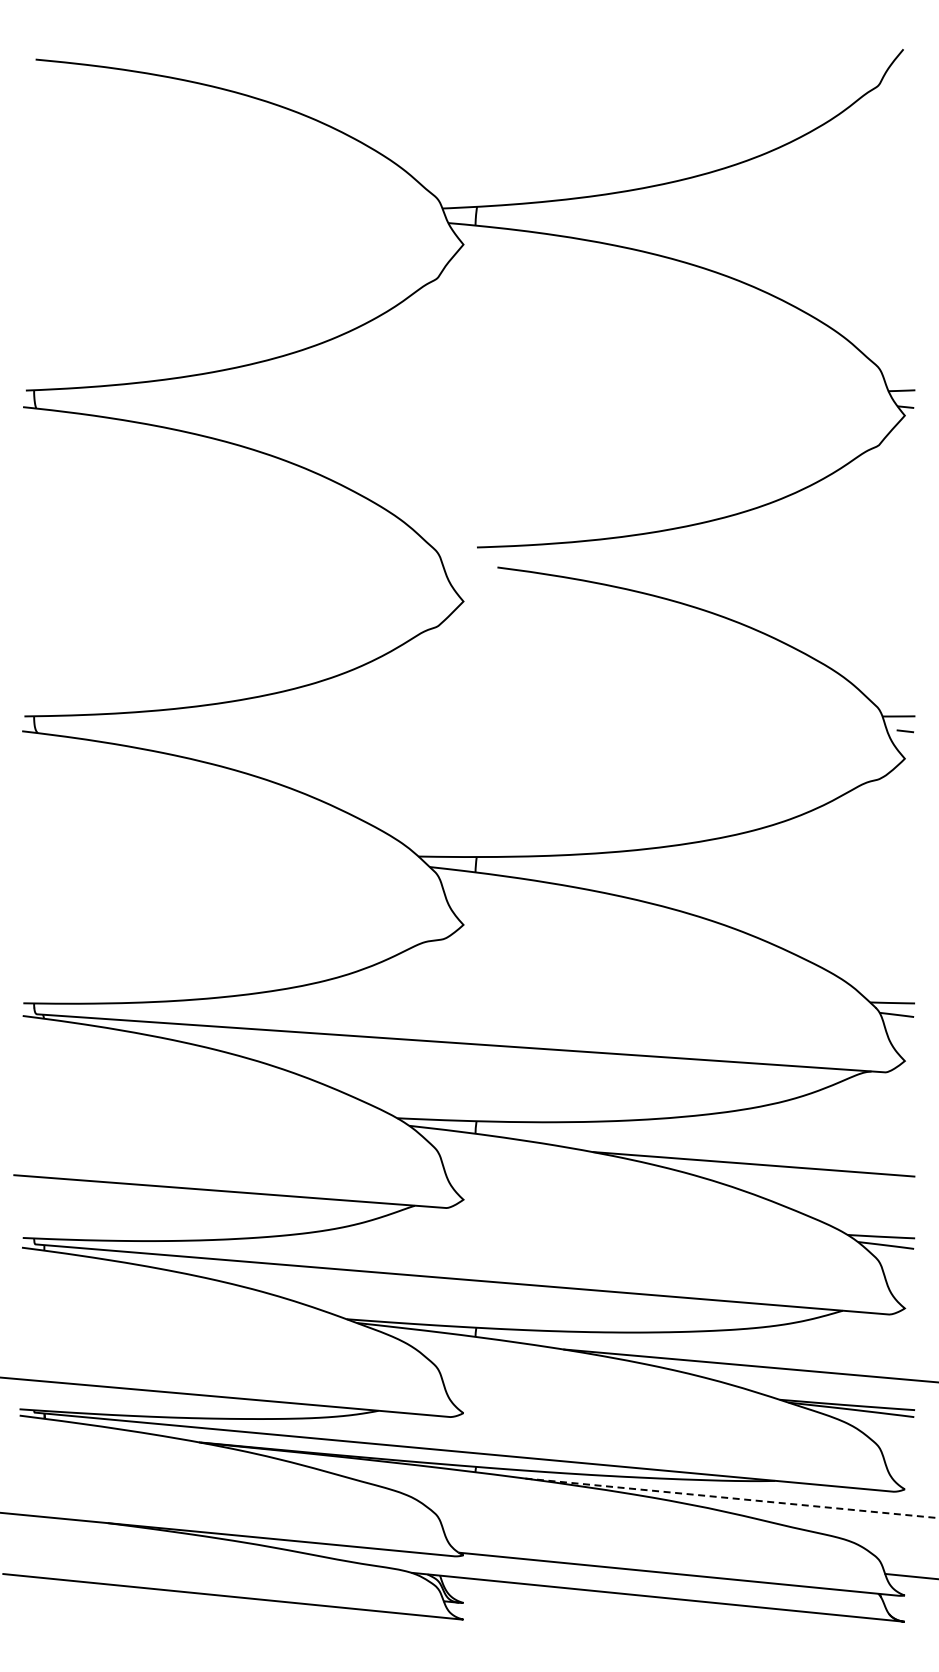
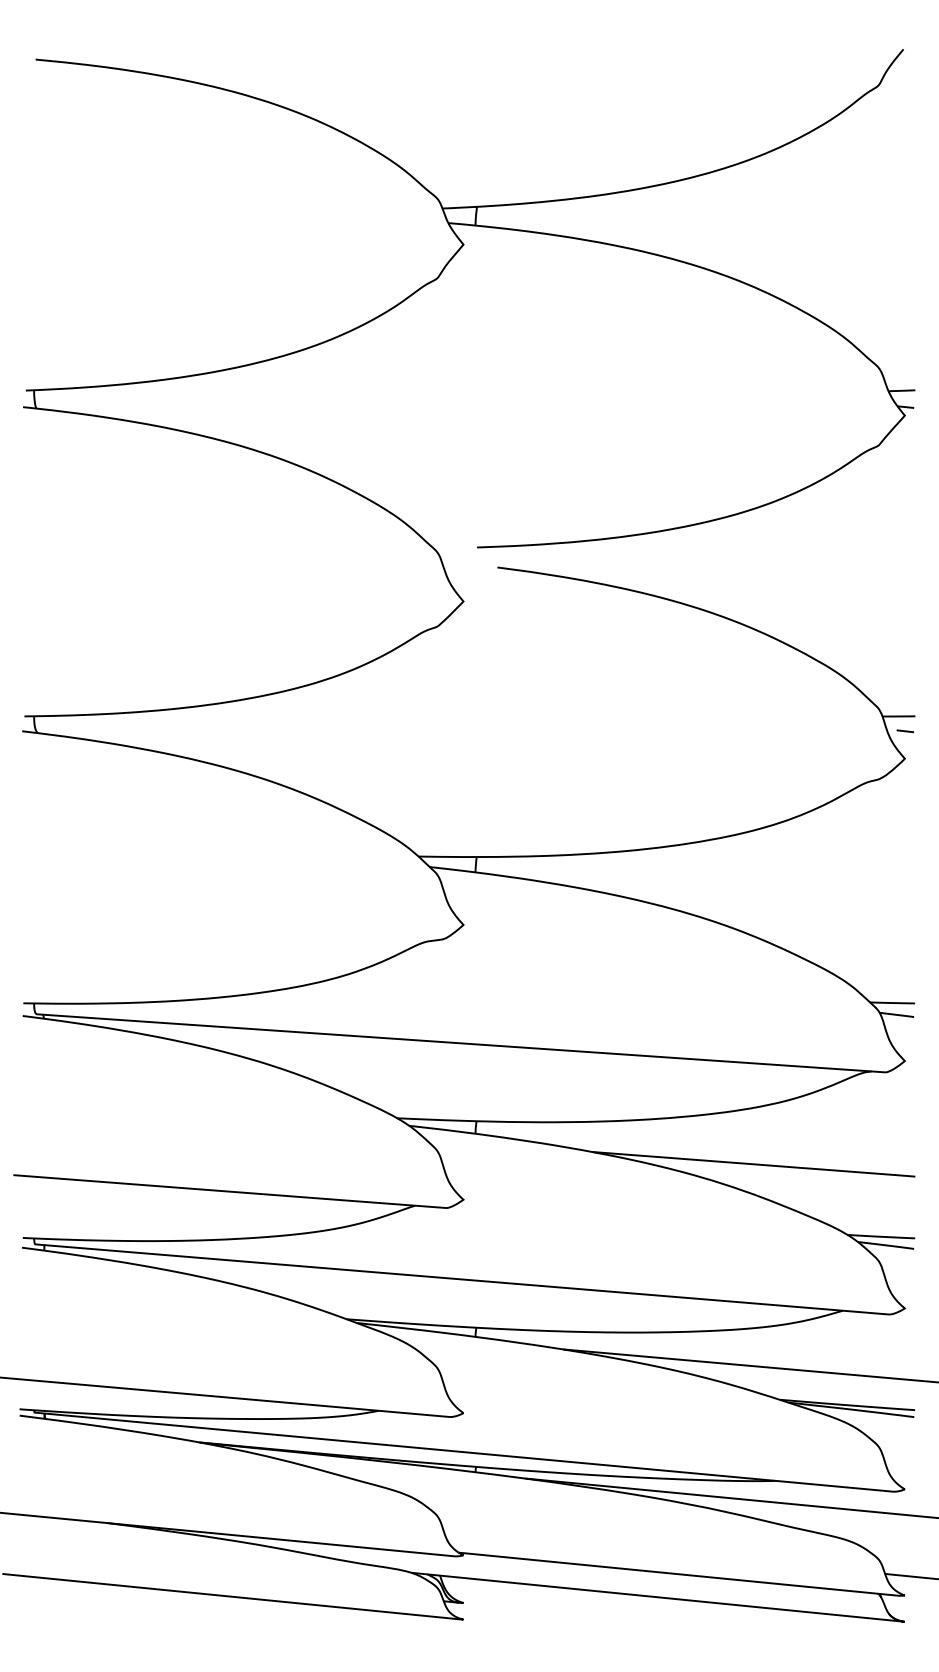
line at (732, 1498): dashed -> solid
